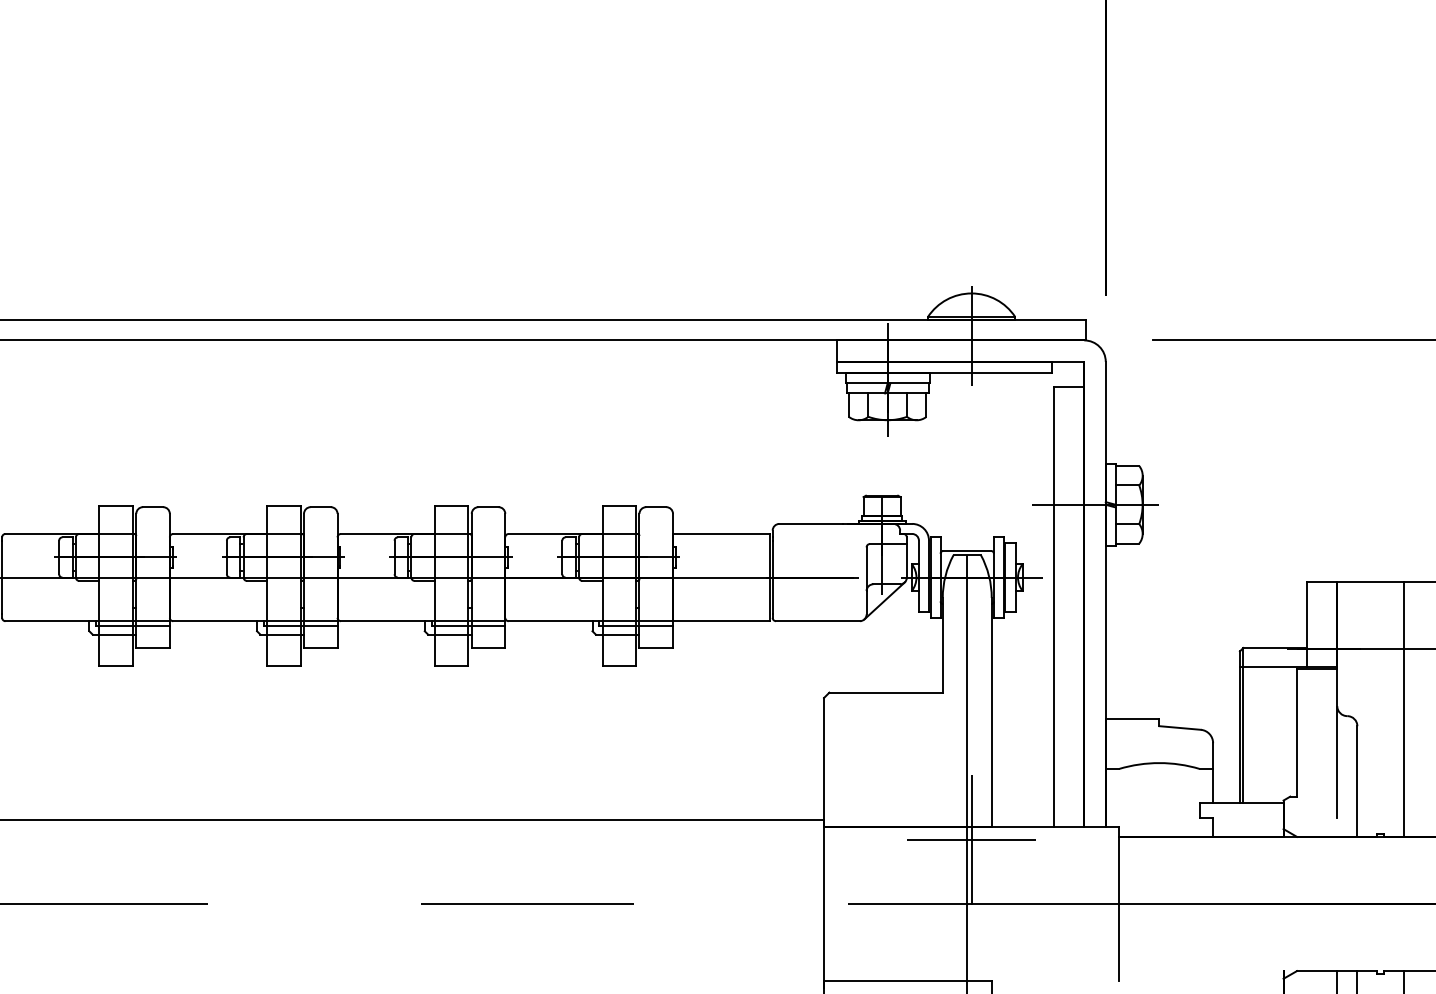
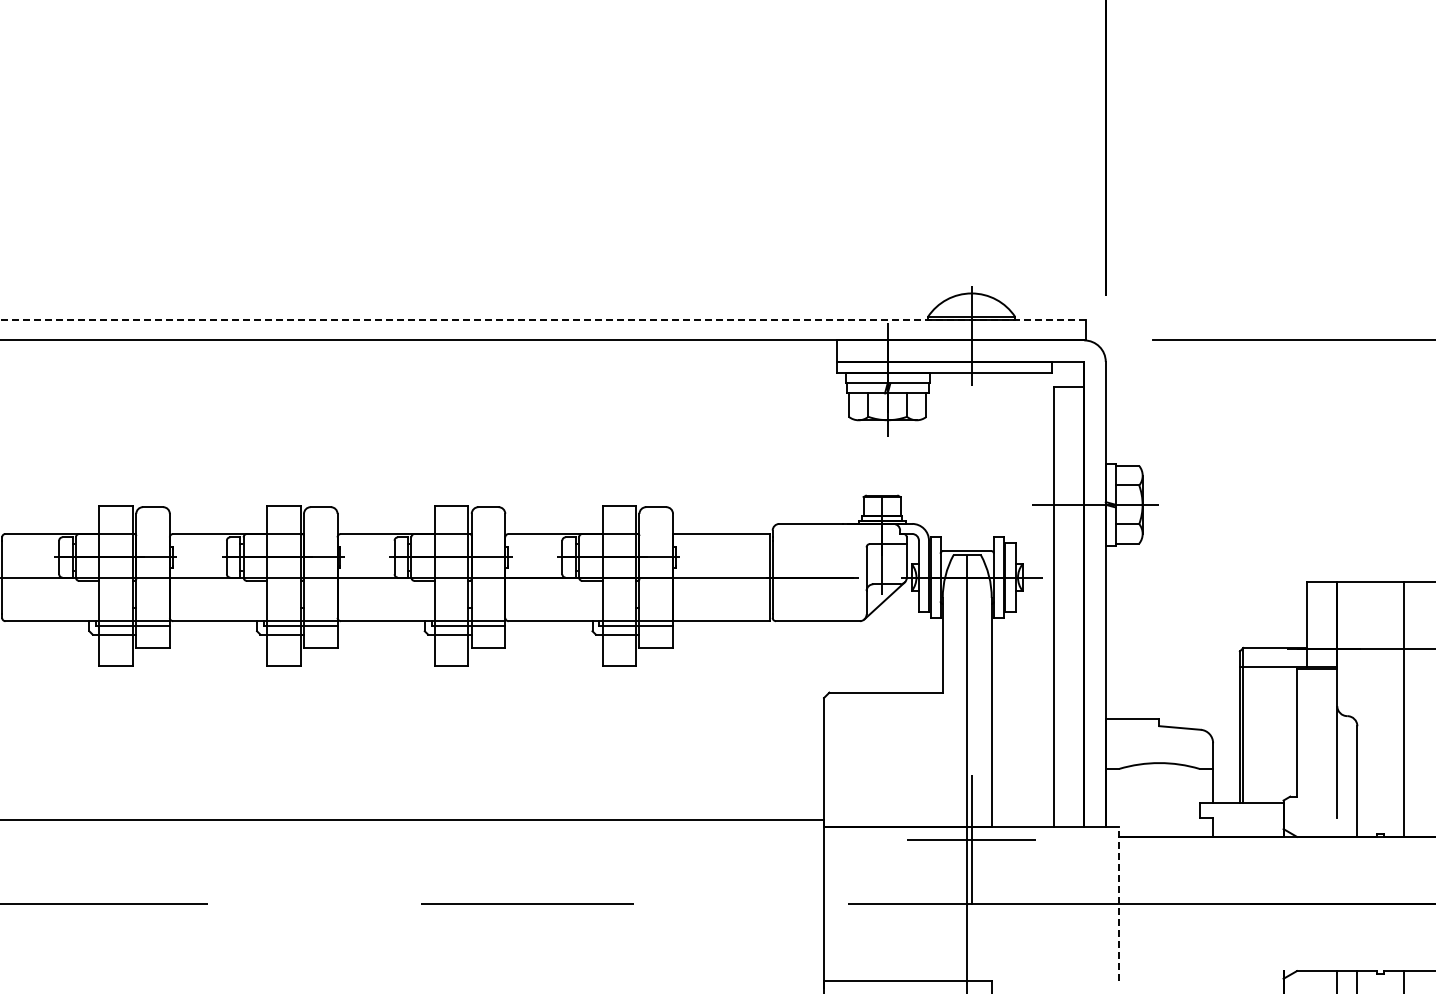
line at (542, 320): solid -> dashed
line at (1119, 903): solid -> dashed
